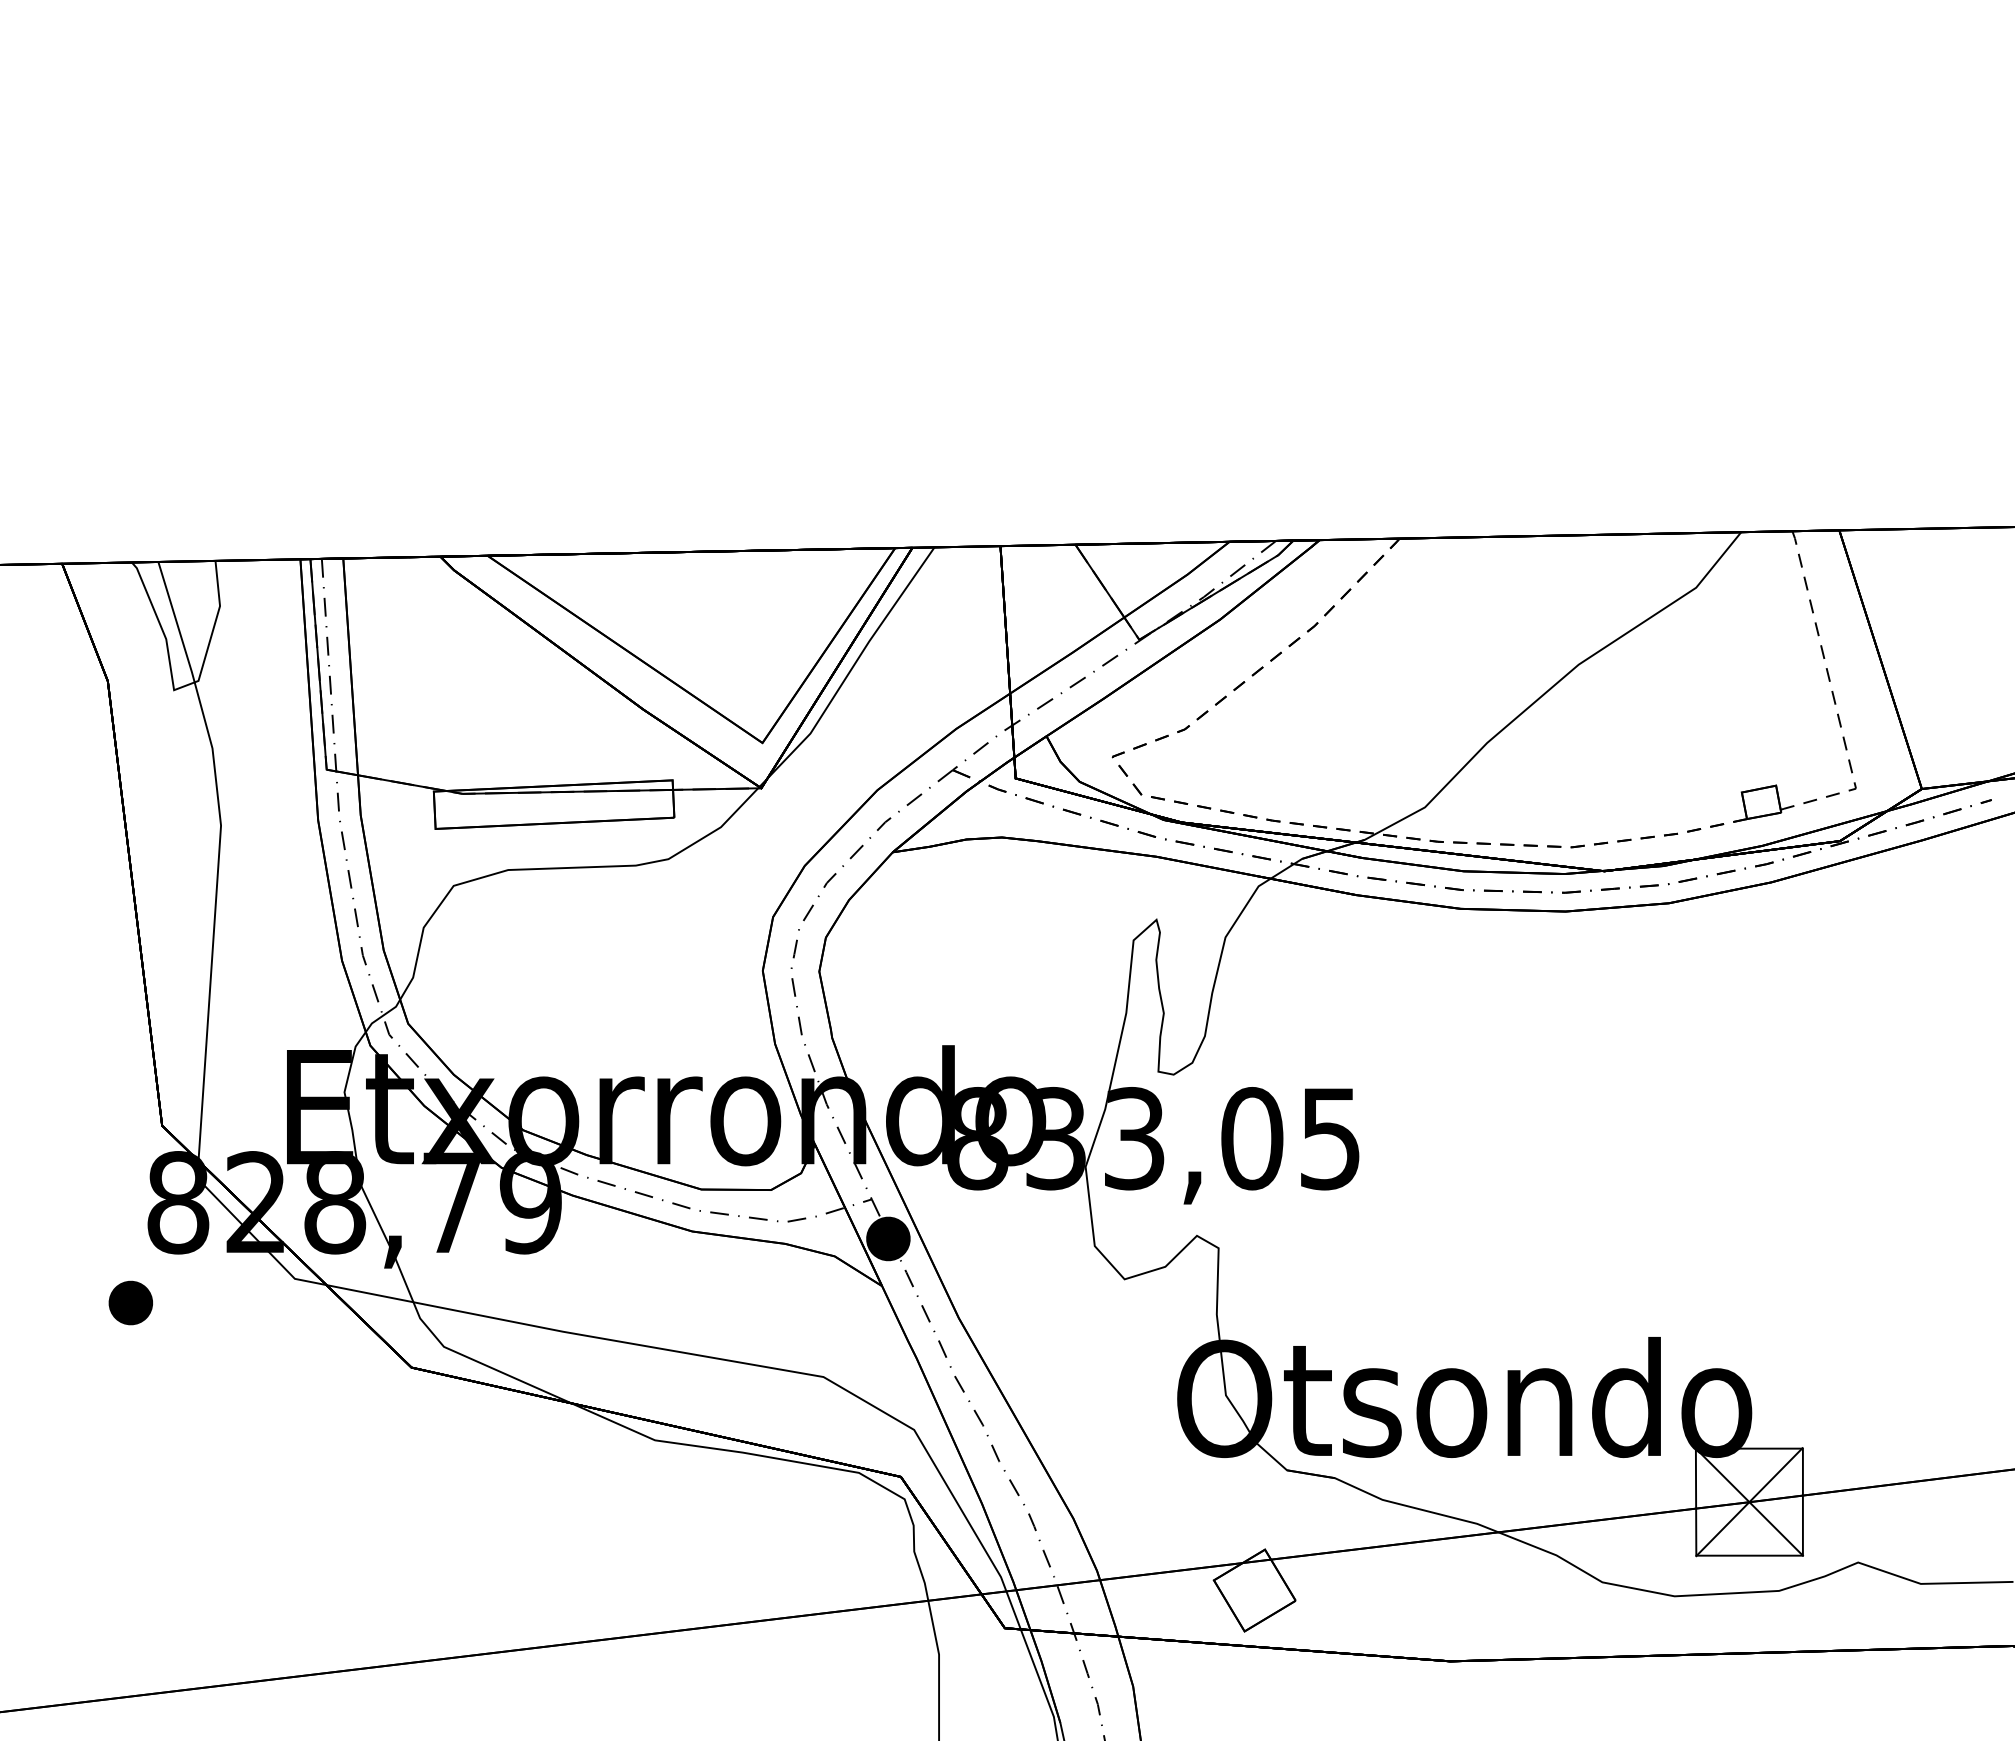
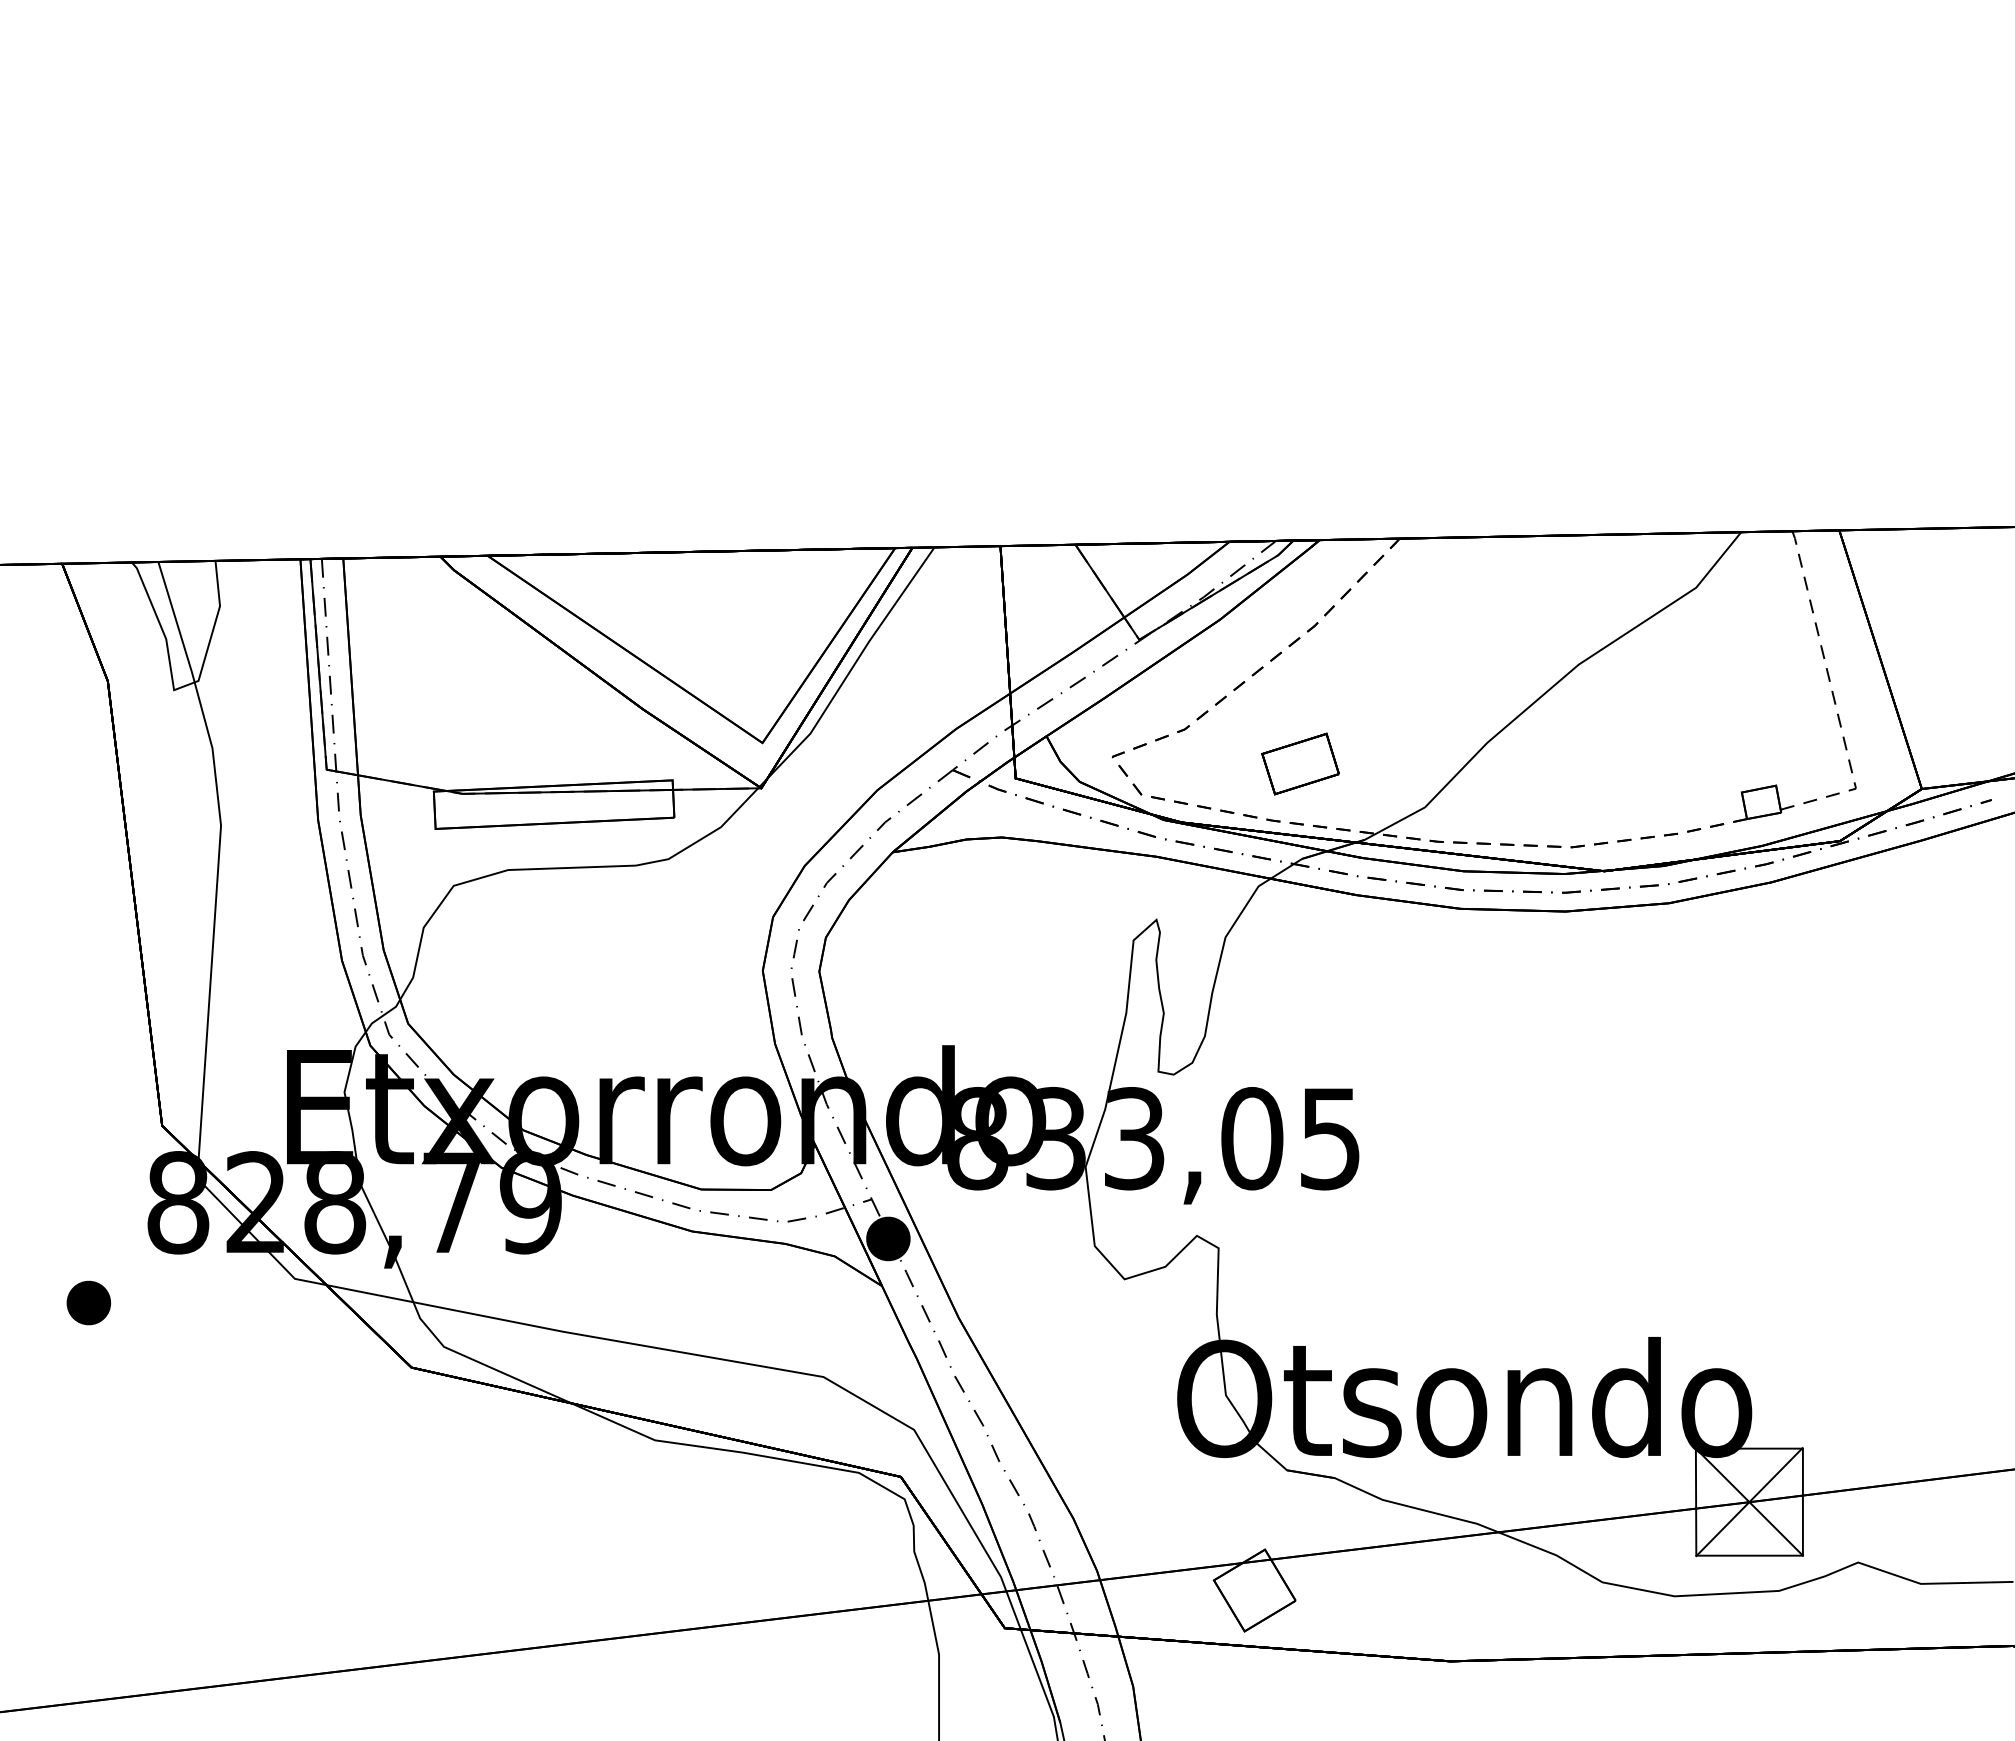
part at (1300, 763): none -> present
part at (130, 1302) position: (130, 1302) -> (88, 1302)
